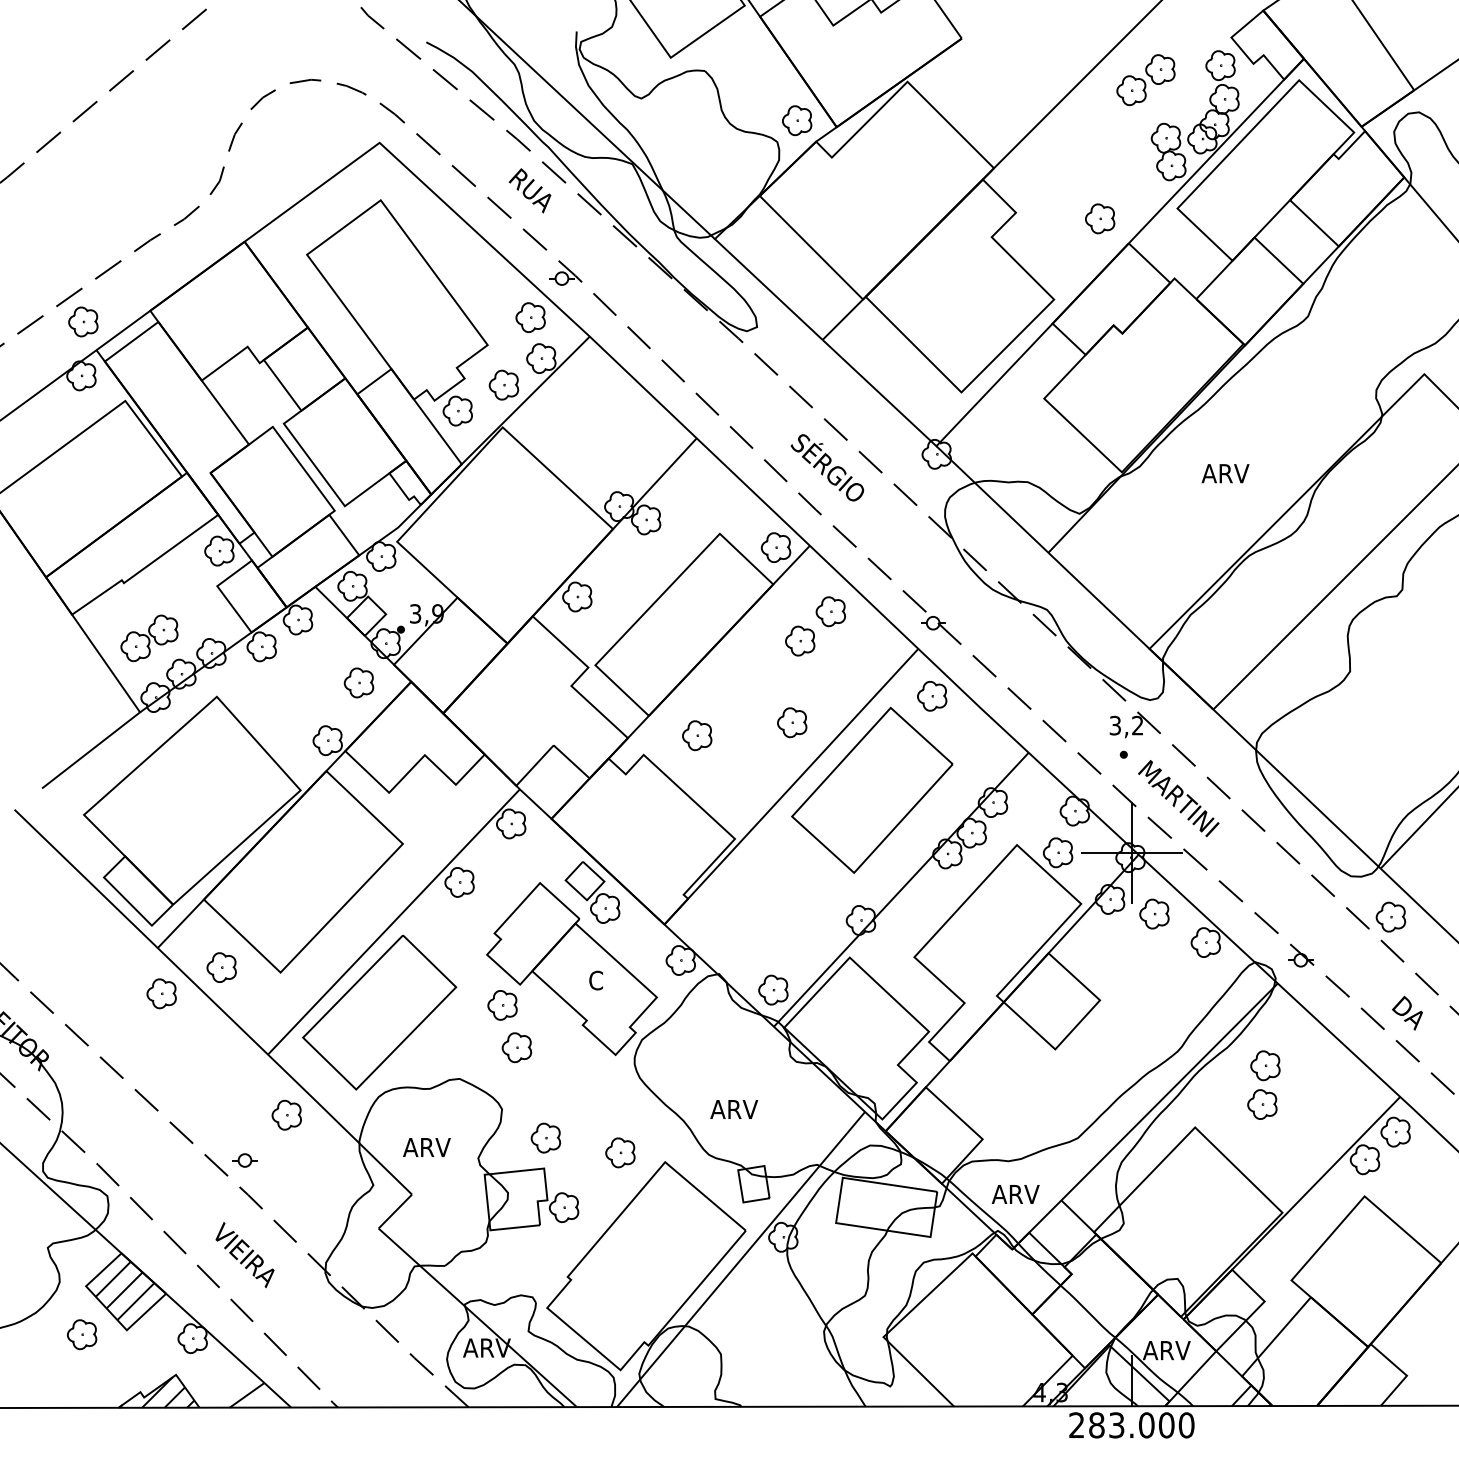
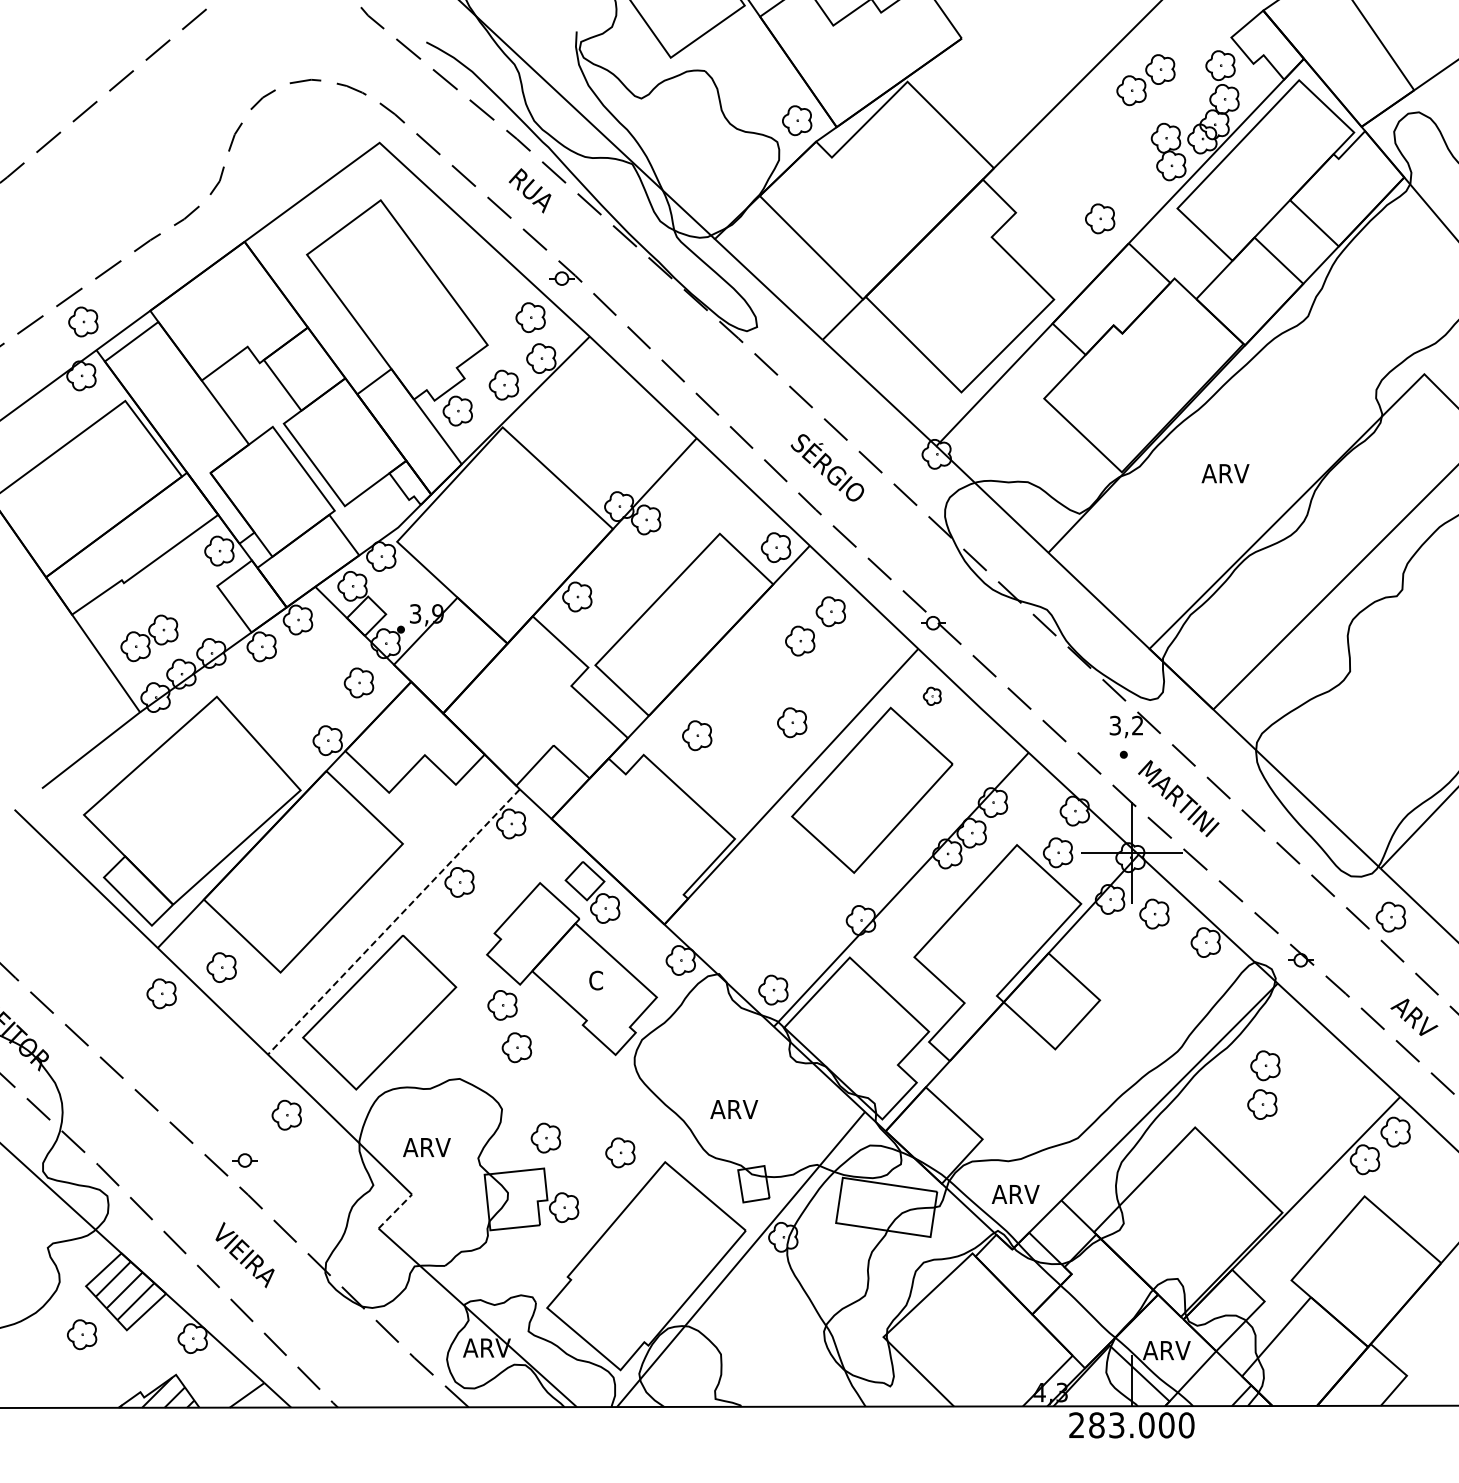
part at (932, 696) size: 31x31 px -> 20x20 px
line at (393, 921): solid -> dashed
text at (1414, 1015): DA -> ARV
line at (395, 1211): solid -> dashed
